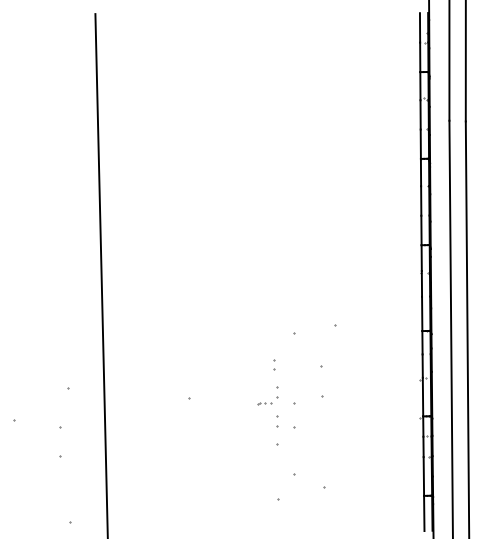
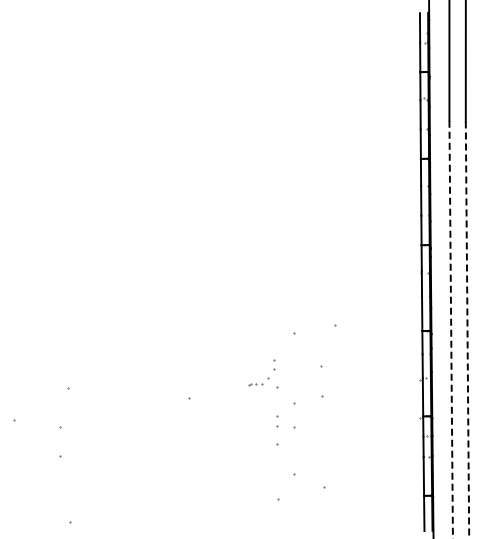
line at (101, 274): present -> none
line at (451, 329): solid -> dashed
line at (467, 330): solid -> dashed
part at (267, 400) position: (267, 400) -> (258, 381)
